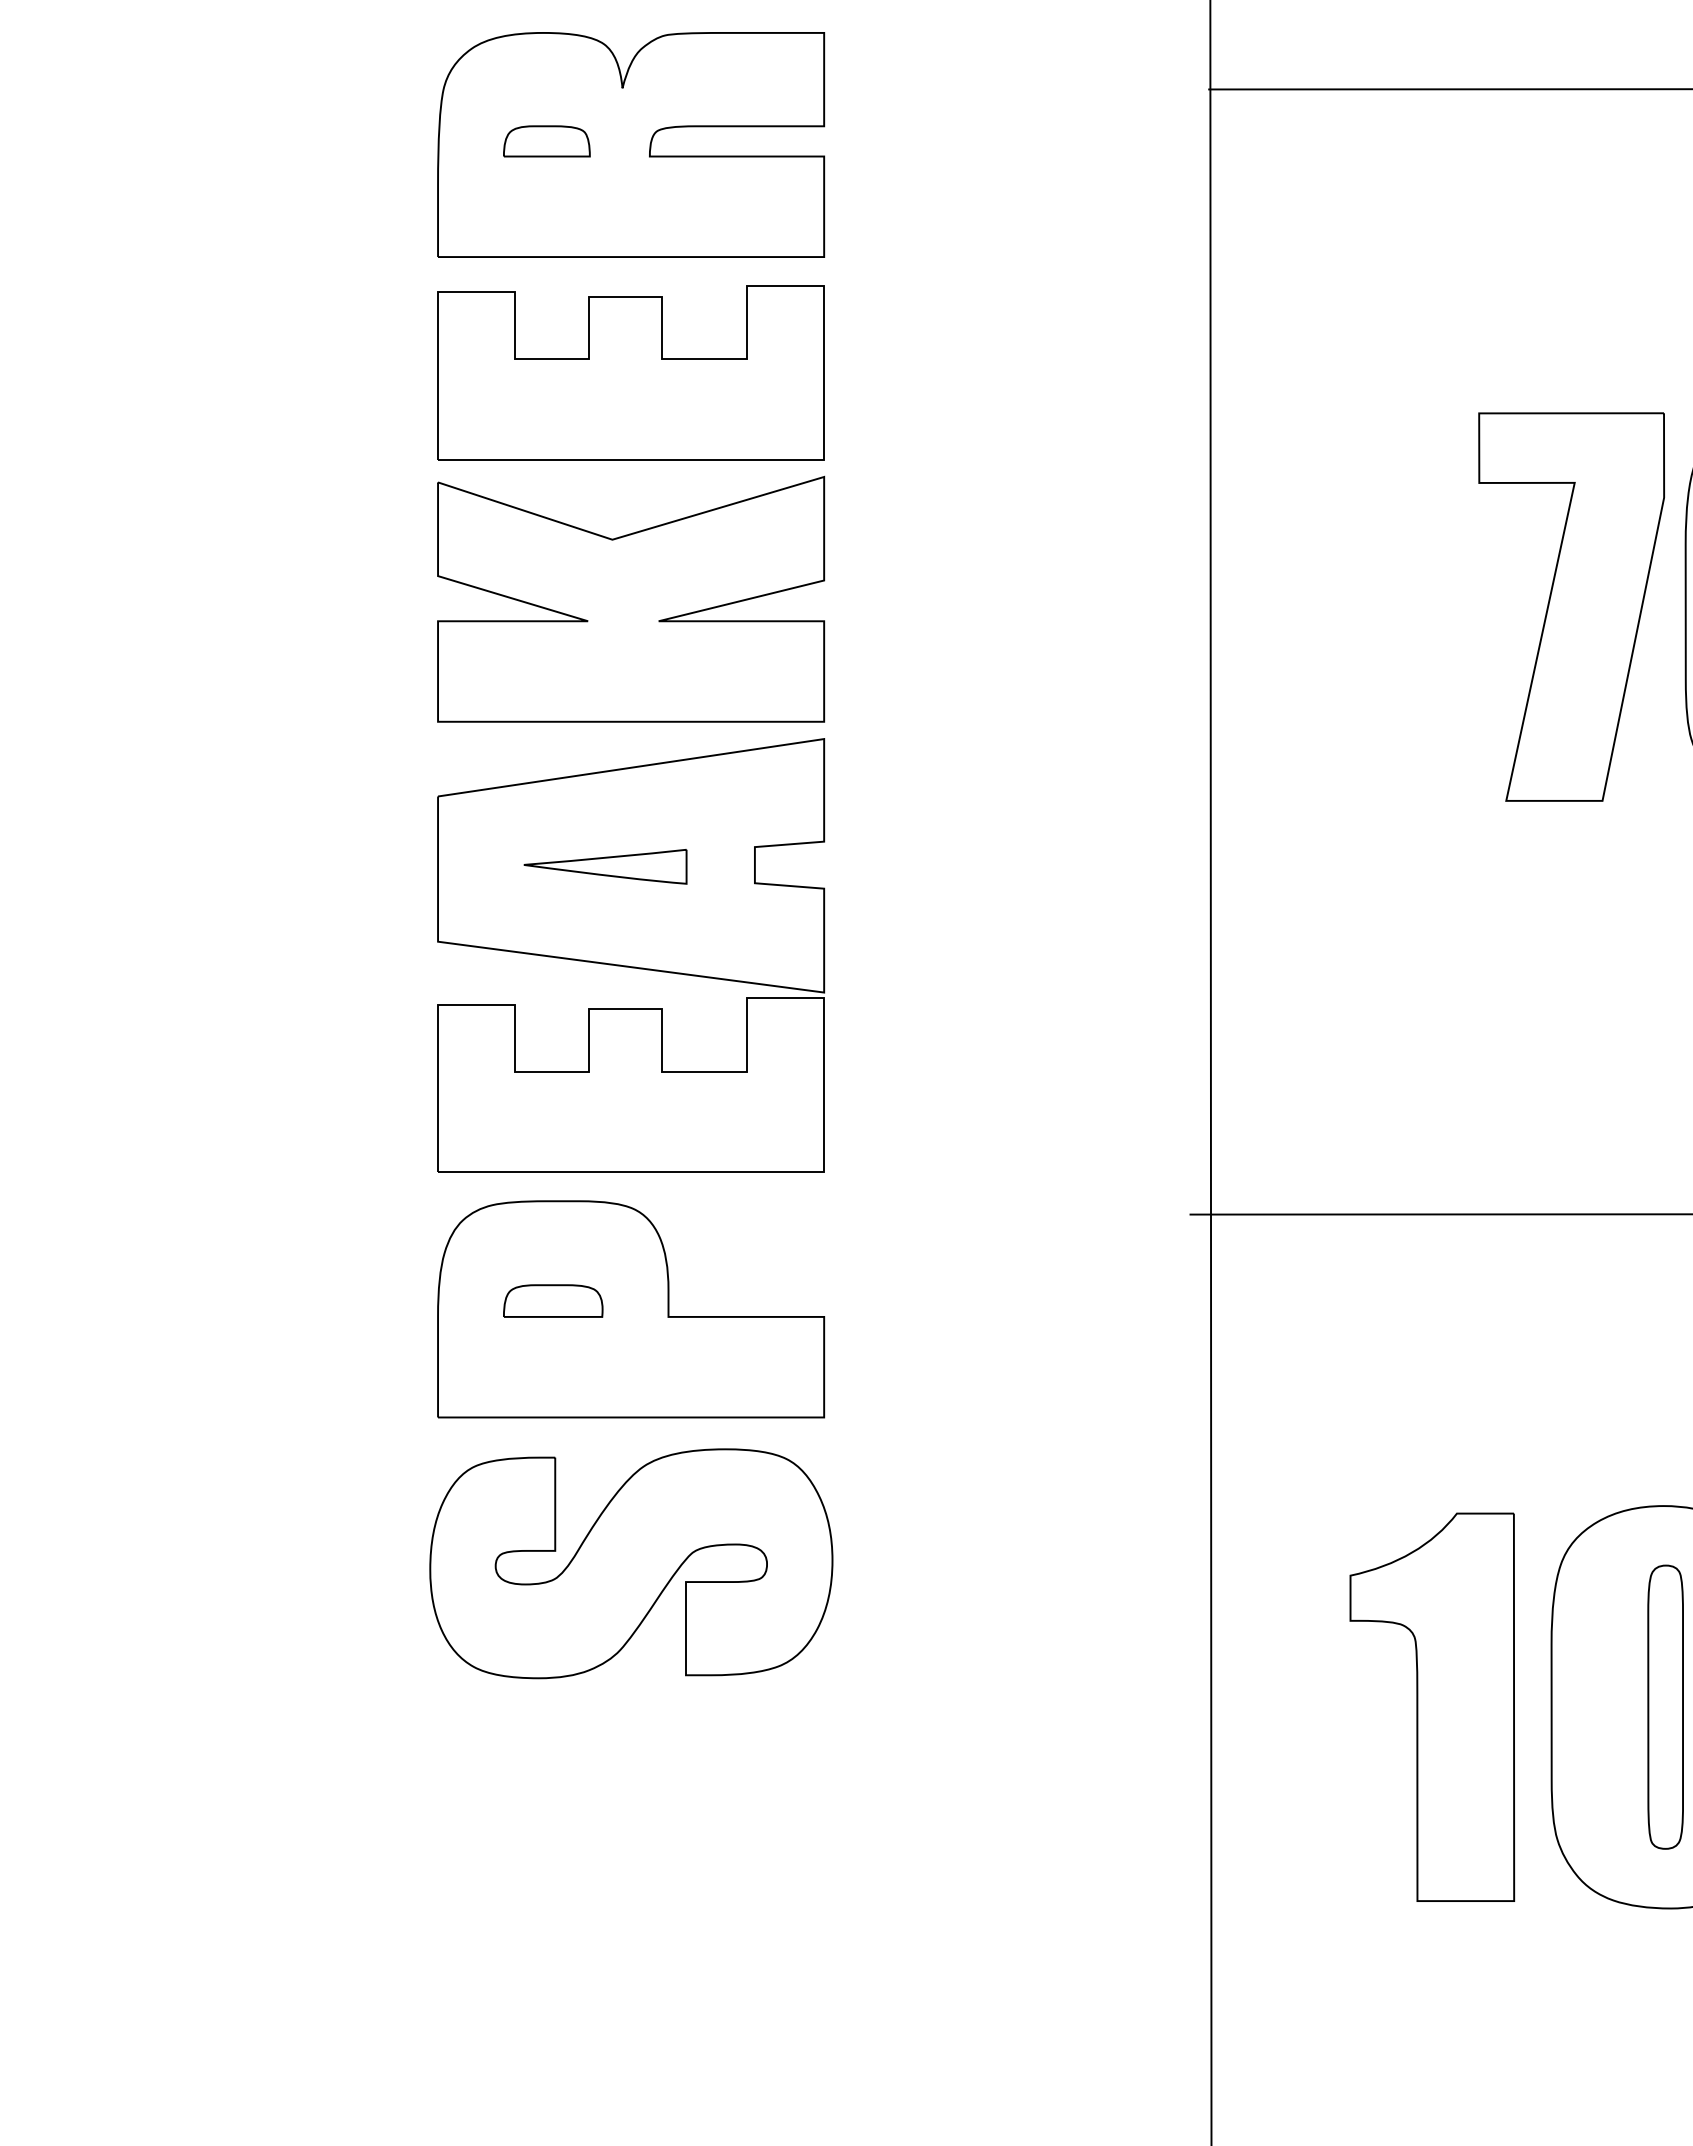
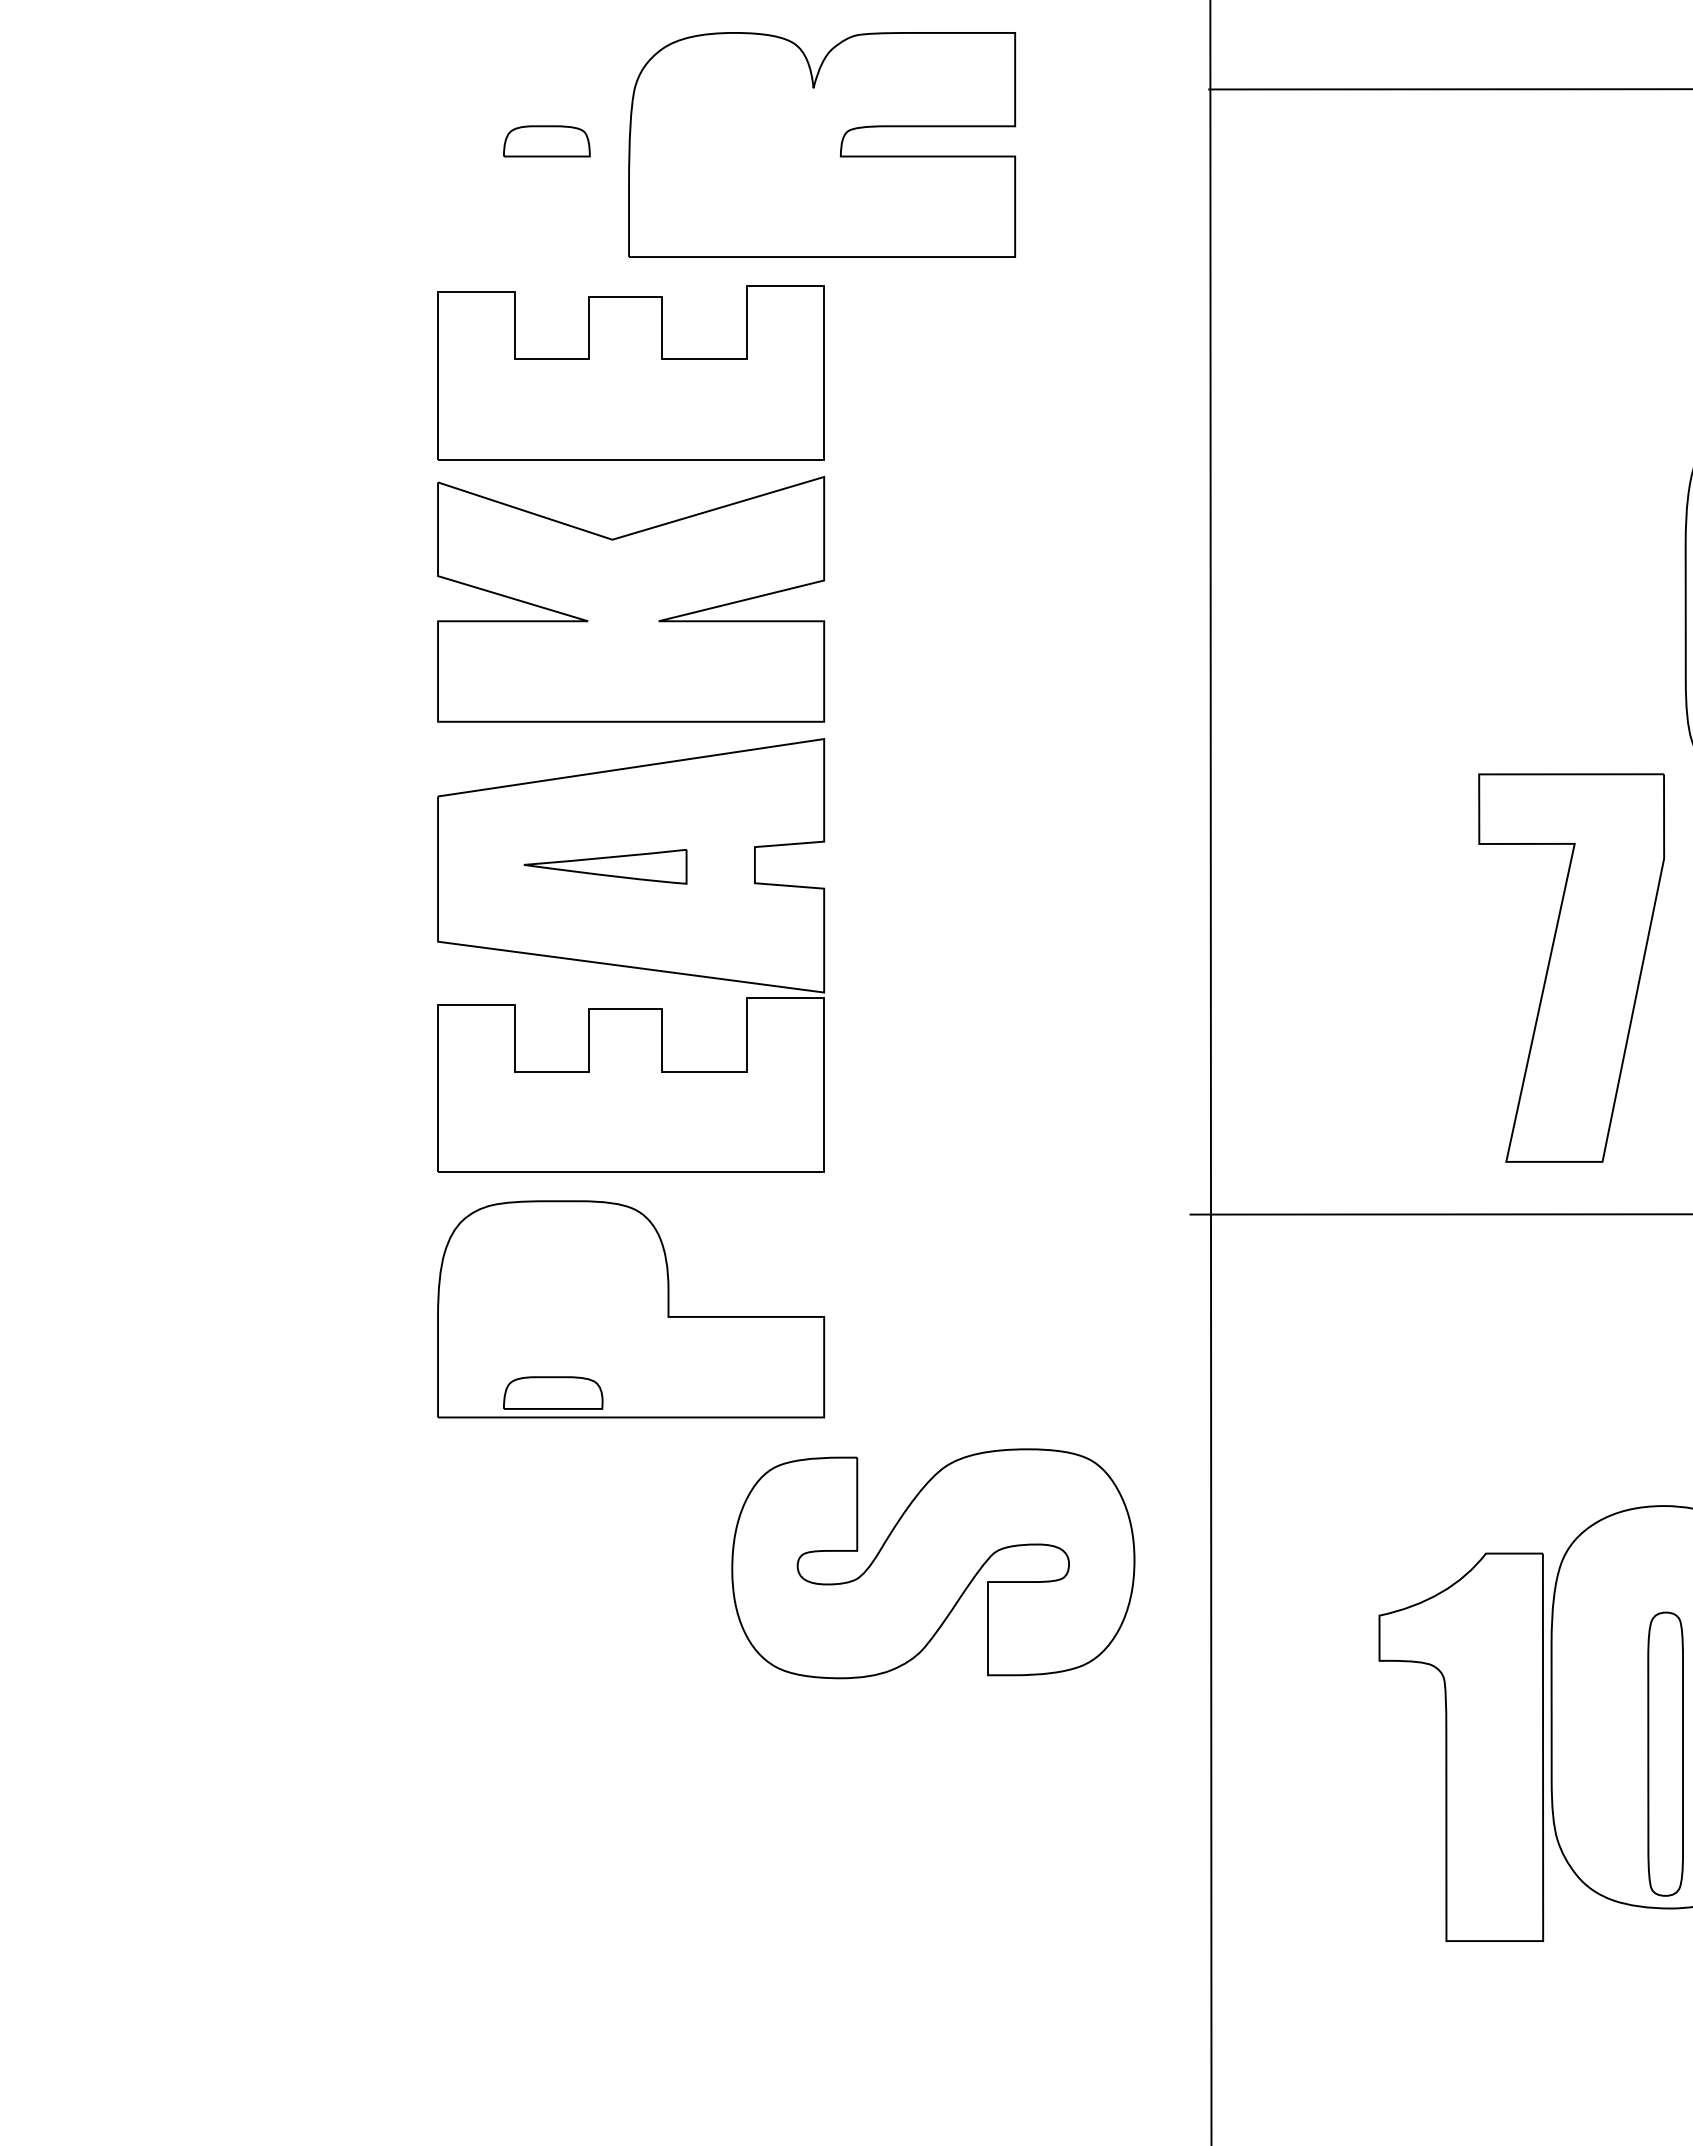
part at (631, 144) position: (631, 144) -> (822, 144)
part at (1571, 606) position: (1571, 606) -> (1571, 967)
part at (553, 1300) position: (553, 1300) -> (553, 1392)
part at (631, 1563) position: (631, 1563) -> (933, 1563)
part at (1432, 1706) position: (1432, 1706) -> (1461, 1746)
part at (1665, 1706) position: (1665, 1706) -> (1665, 1753)
